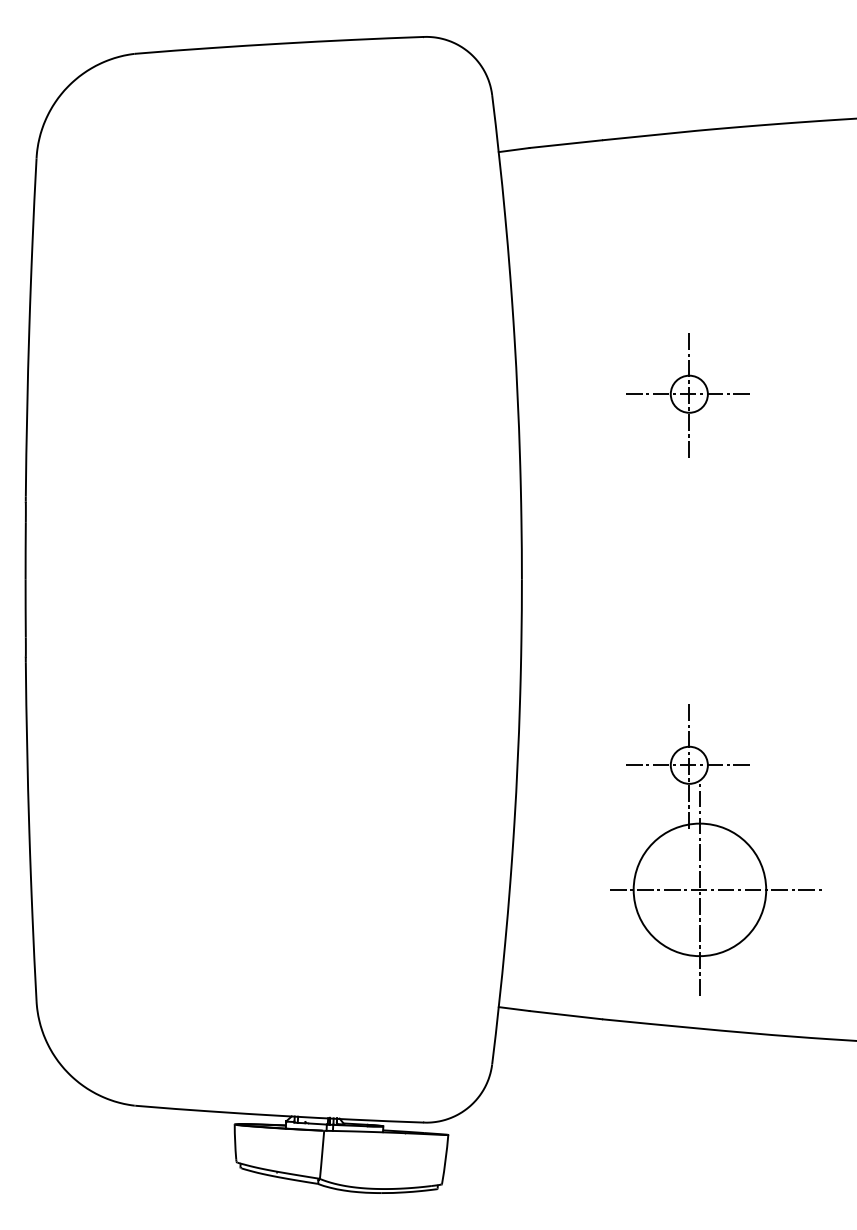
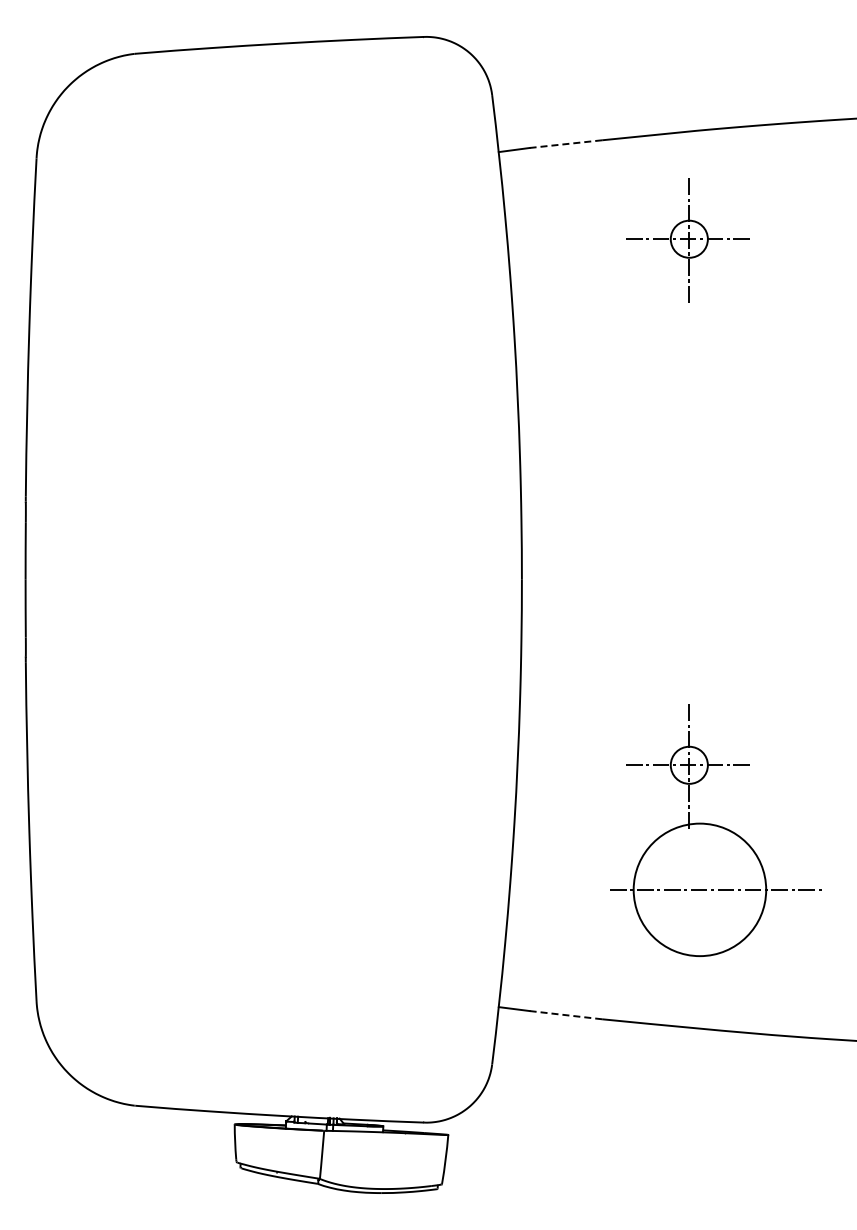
line at (565, 144): solid -> dashed
part at (687, 395) position: (687, 395) -> (687, 240)
line at (699, 889): present -> none
line at (565, 1015): solid -> dashed
